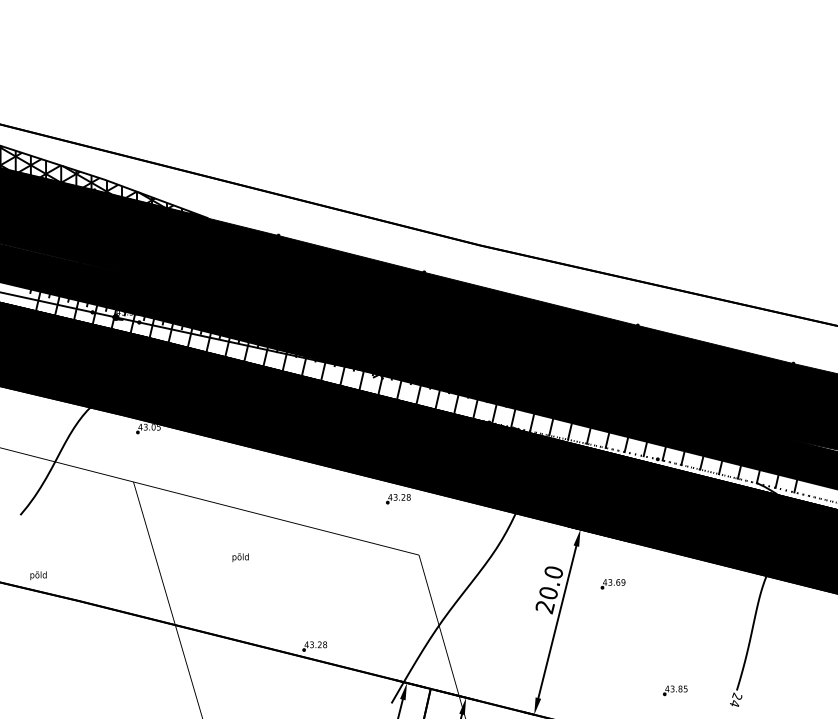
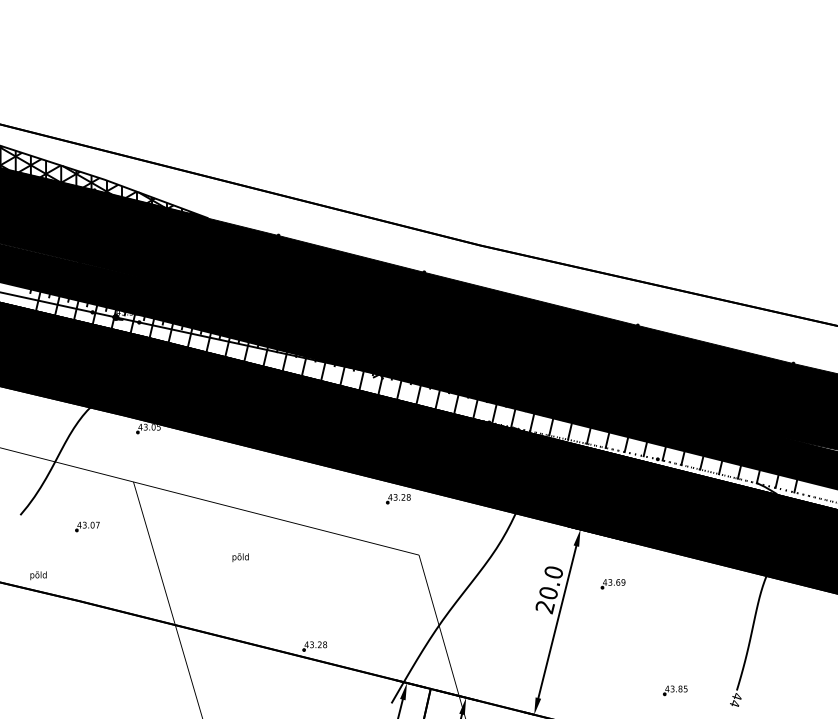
part at (87, 526): none -> present
text at (737, 695): 24 -> 44
